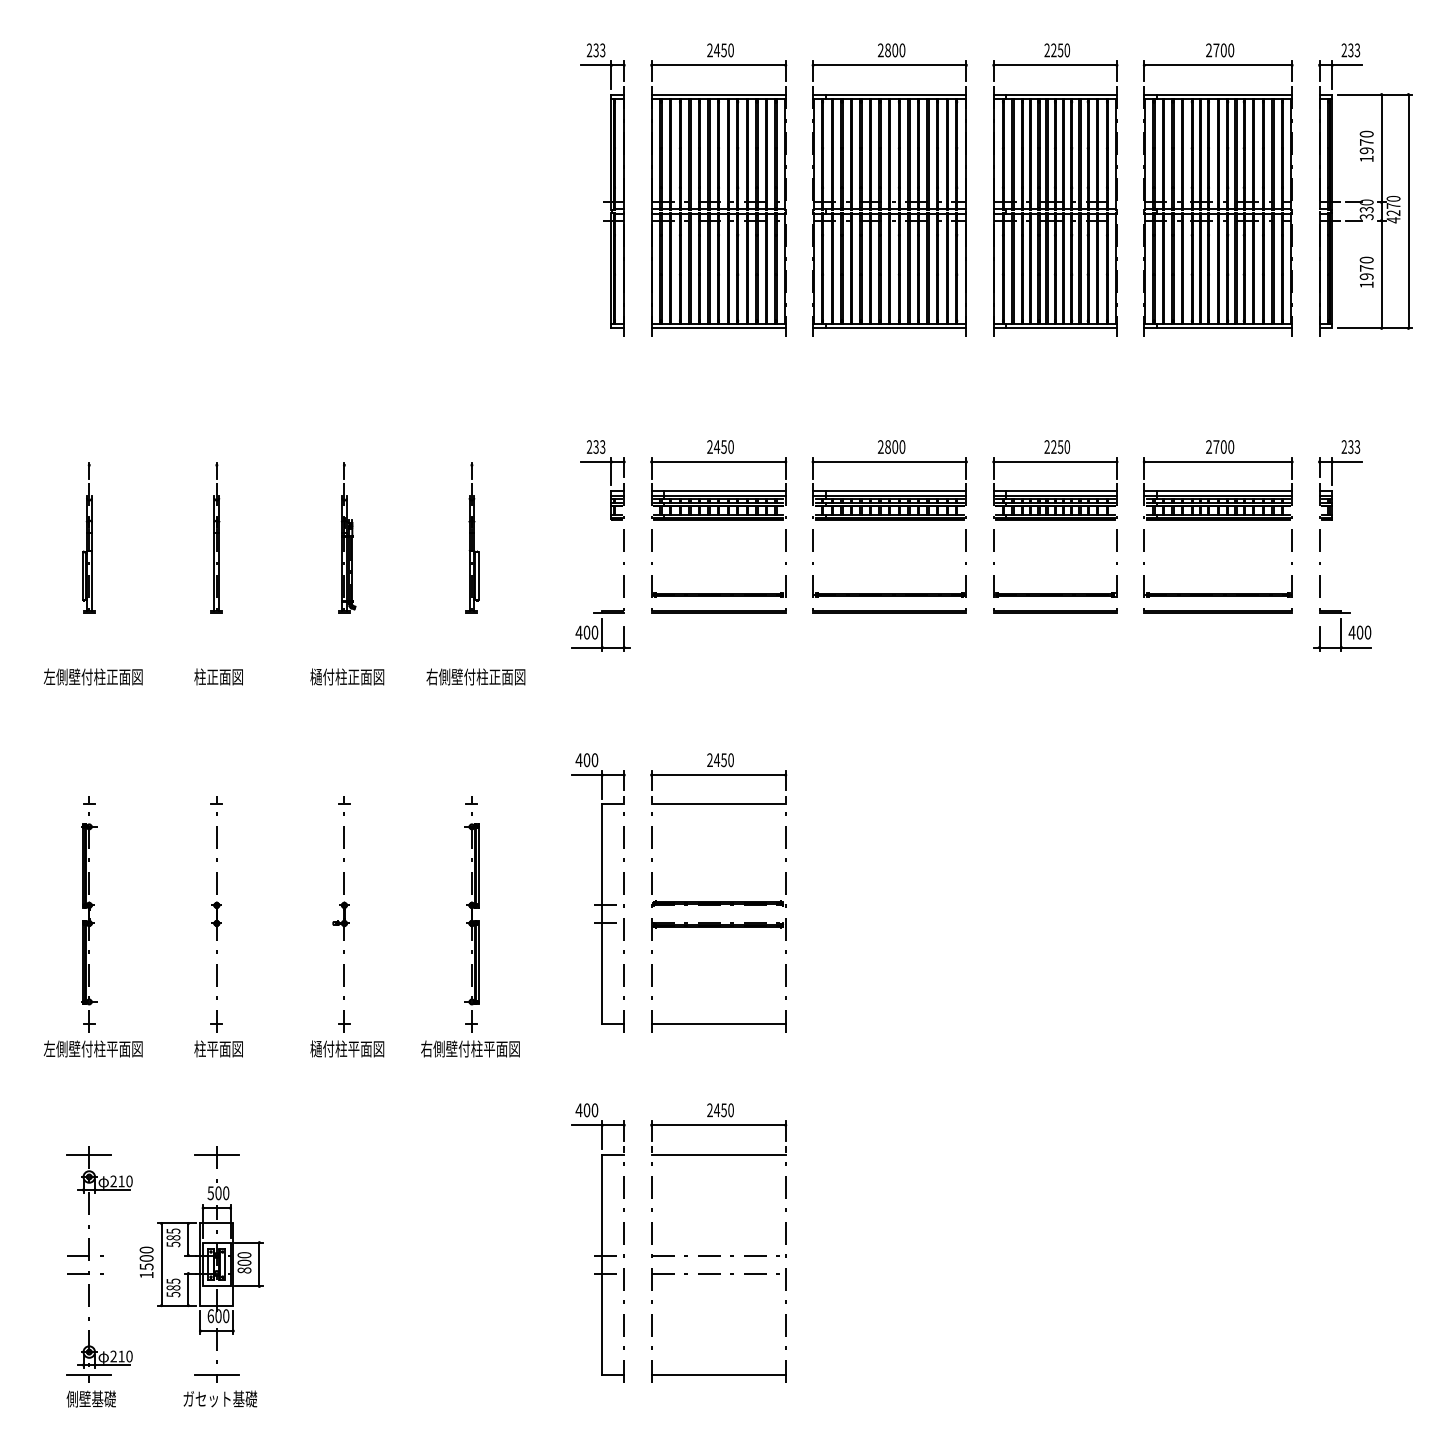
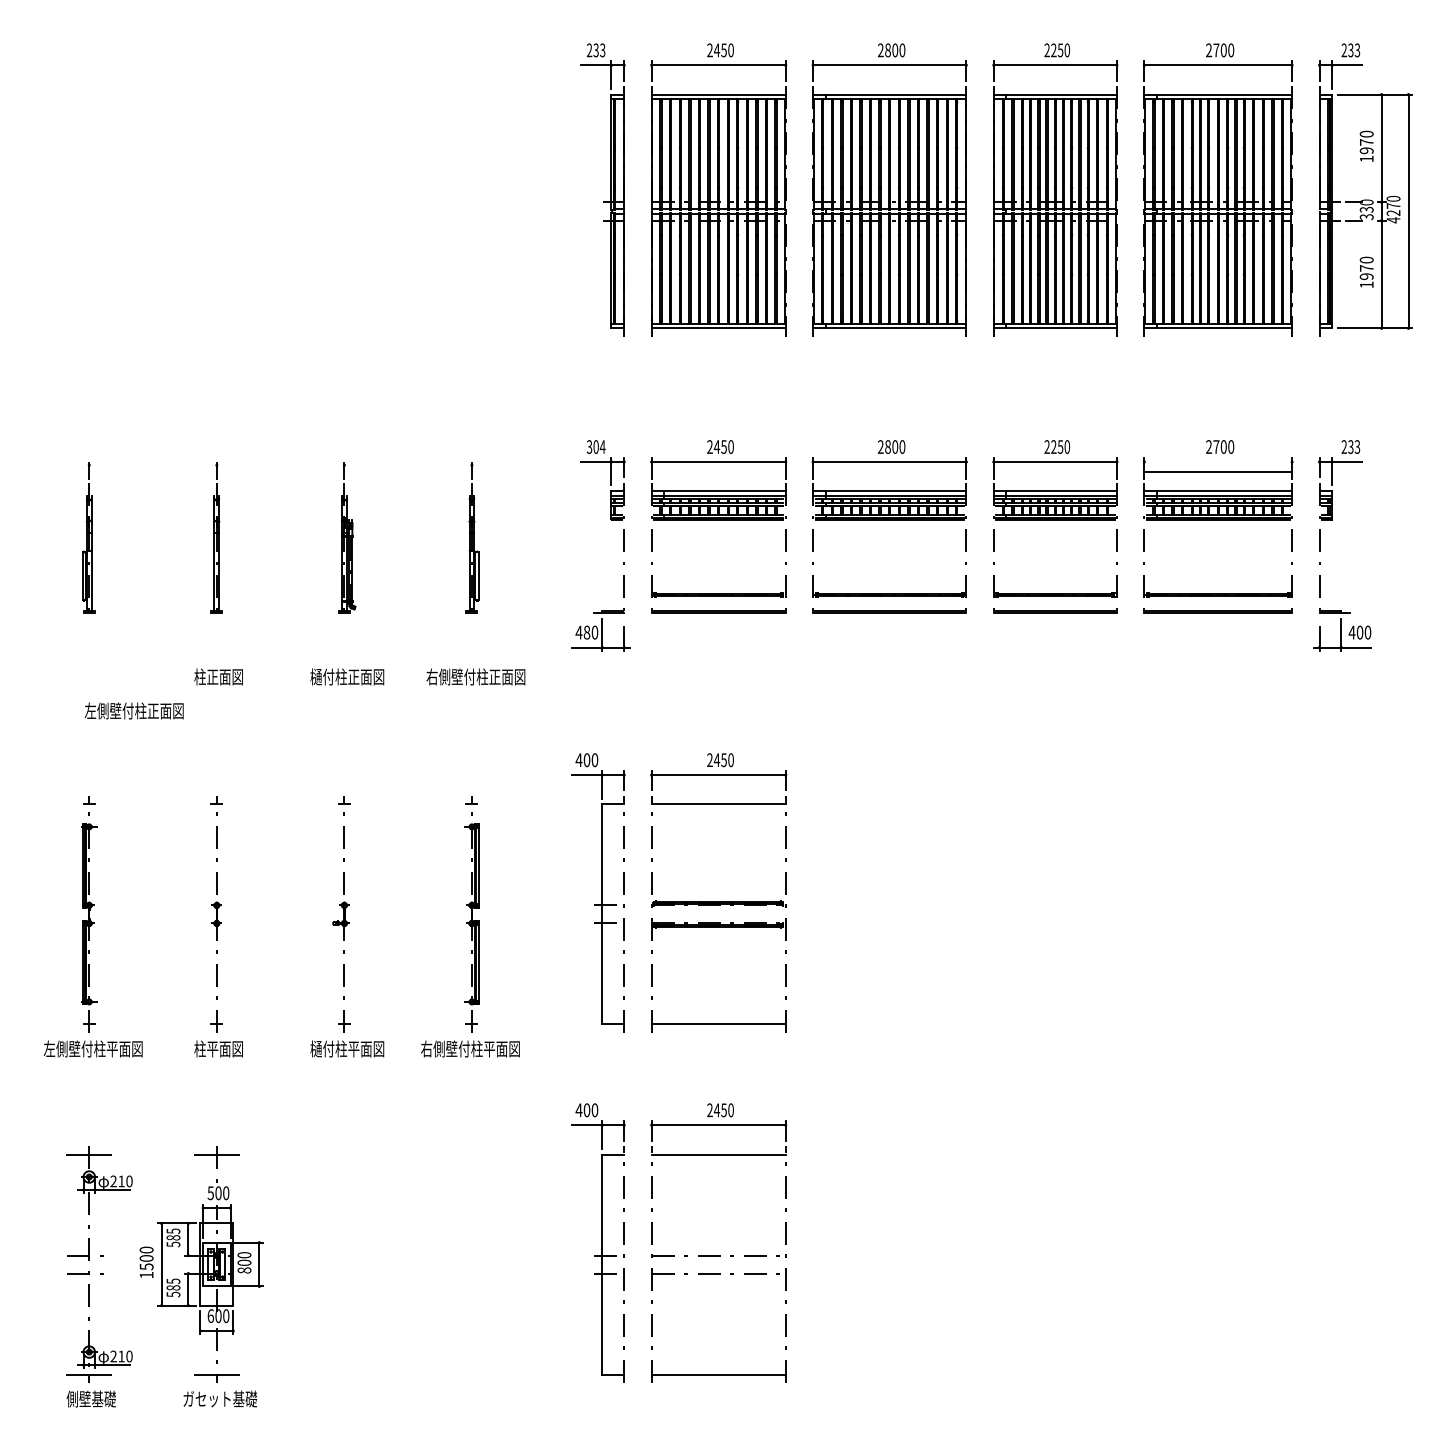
text at (595, 446): 233 -> 304
line at (1218, 461) position: (1218, 461) -> (1218, 471)
text at (586, 632): 400 -> 480
text at (92, 676) position: (92, 676) -> (133, 710)
